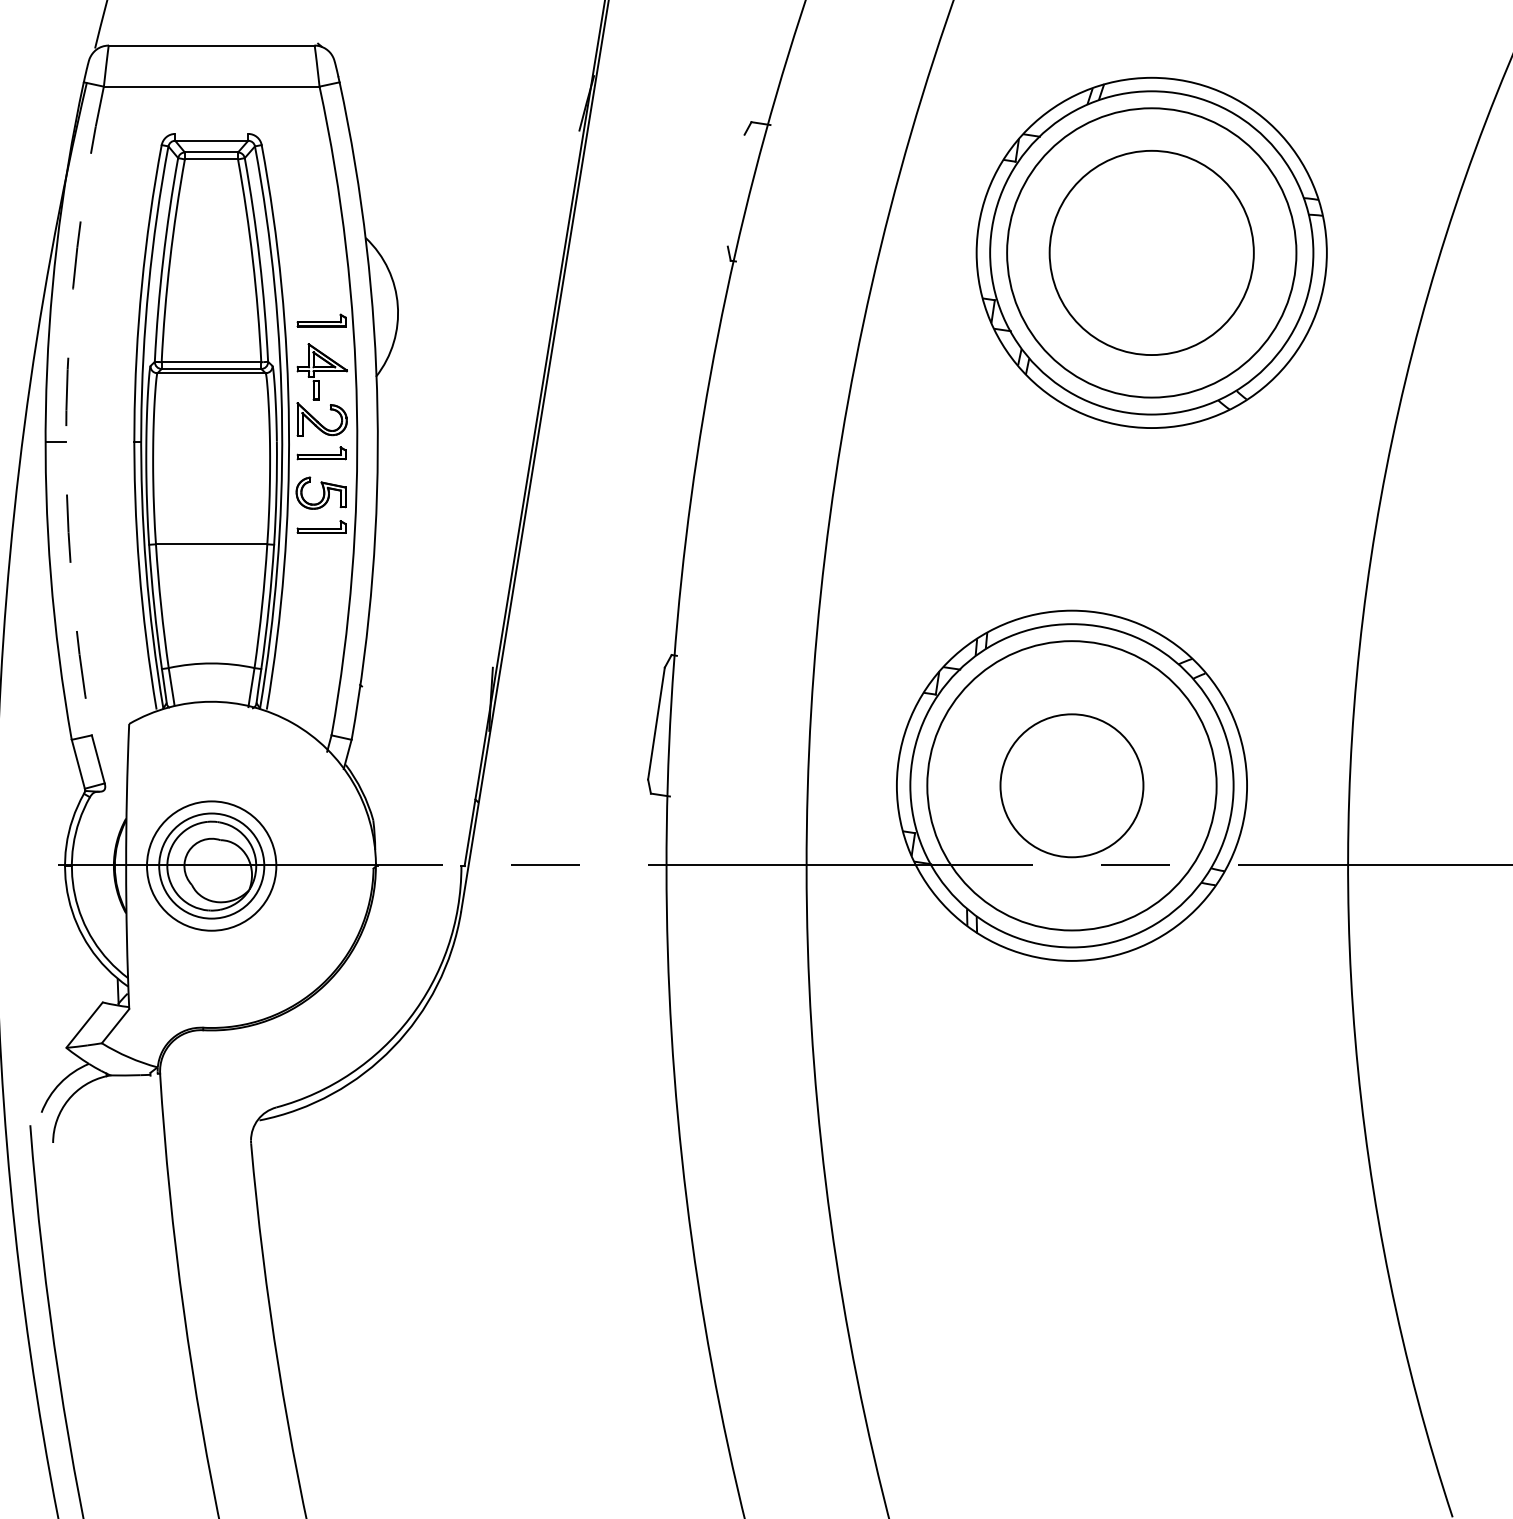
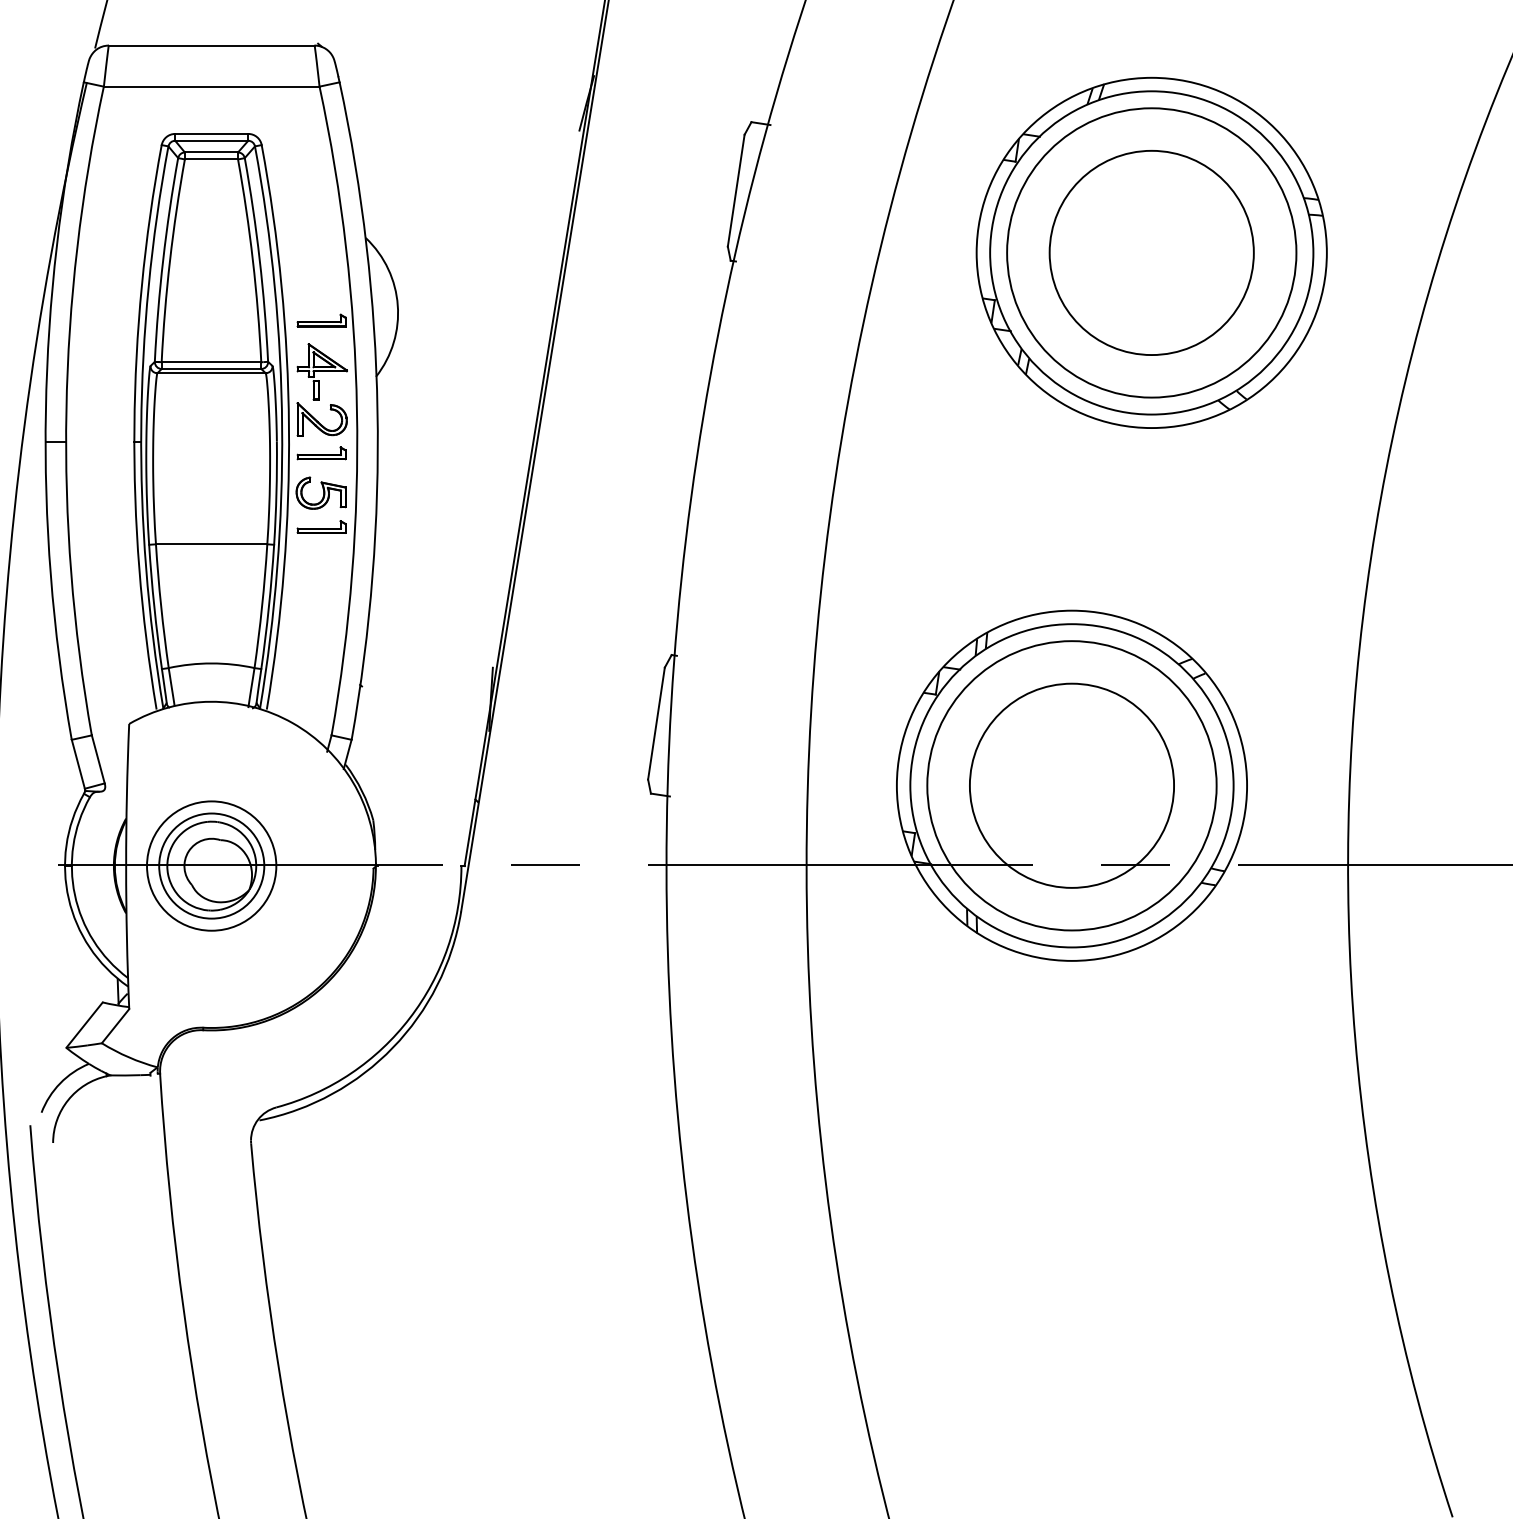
line at (211, 133): none -> present
line at (735, 190): none -> present
arc at (66, 410): dashed -> solid
circle at (1071, 785) diameter: 143 px -> 204 px
